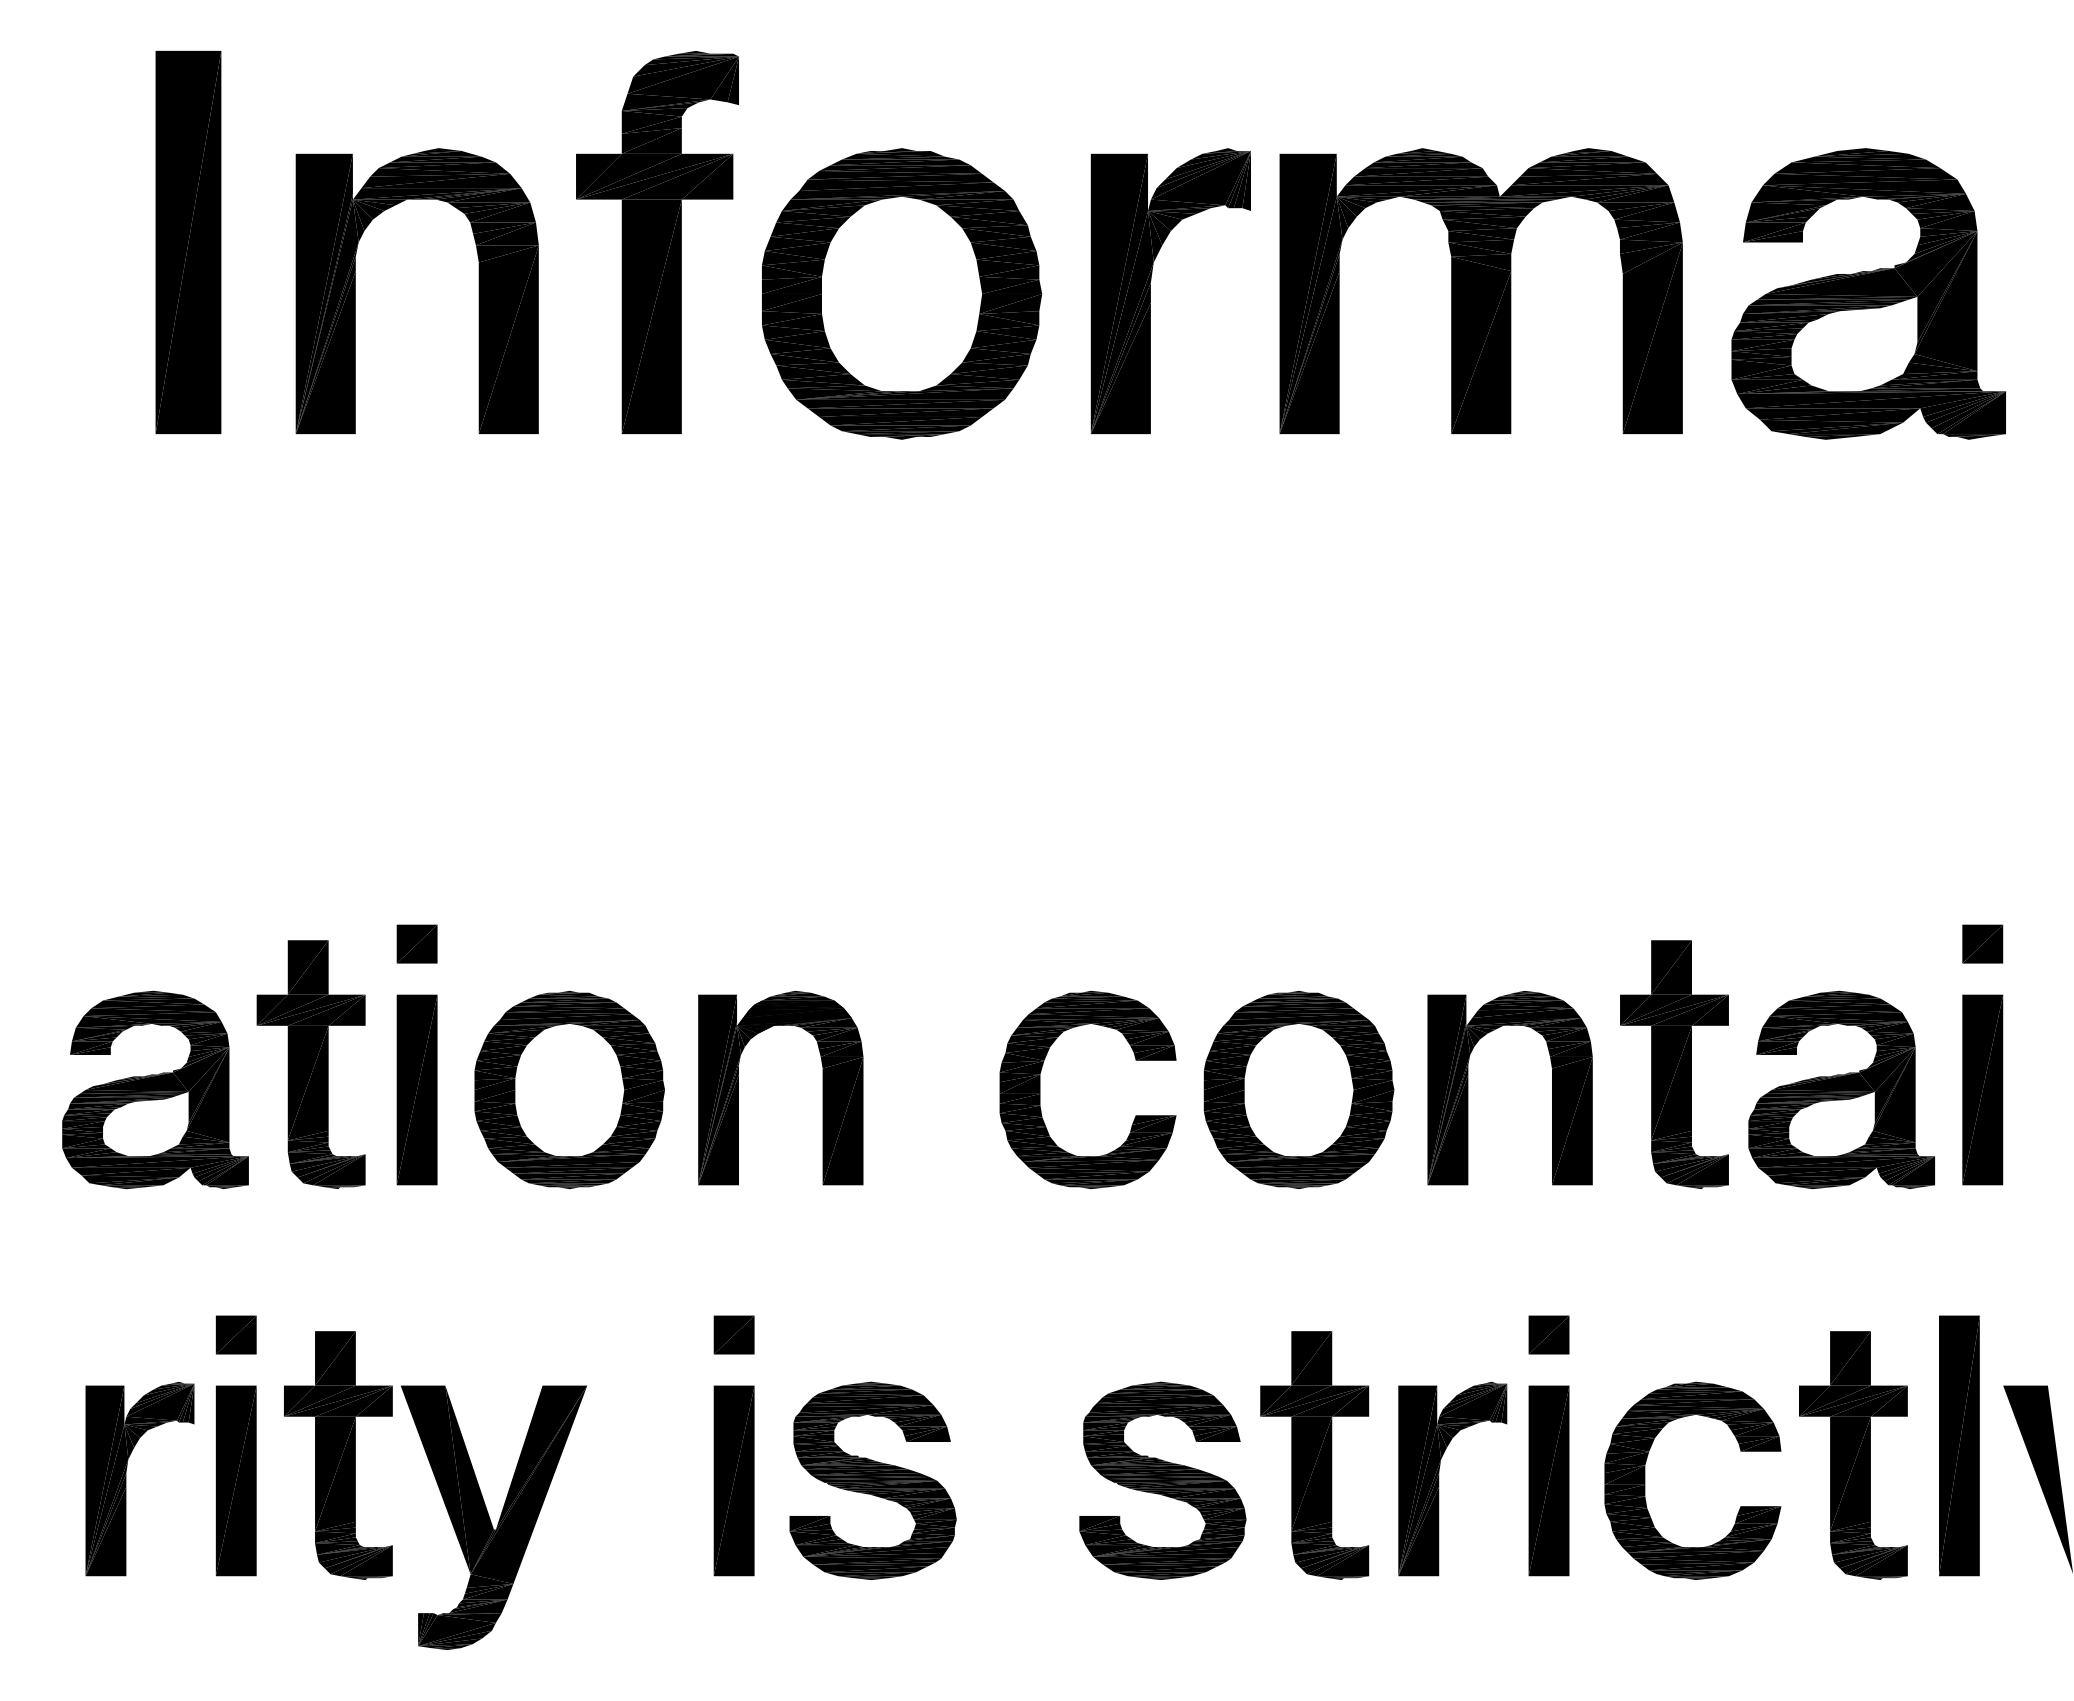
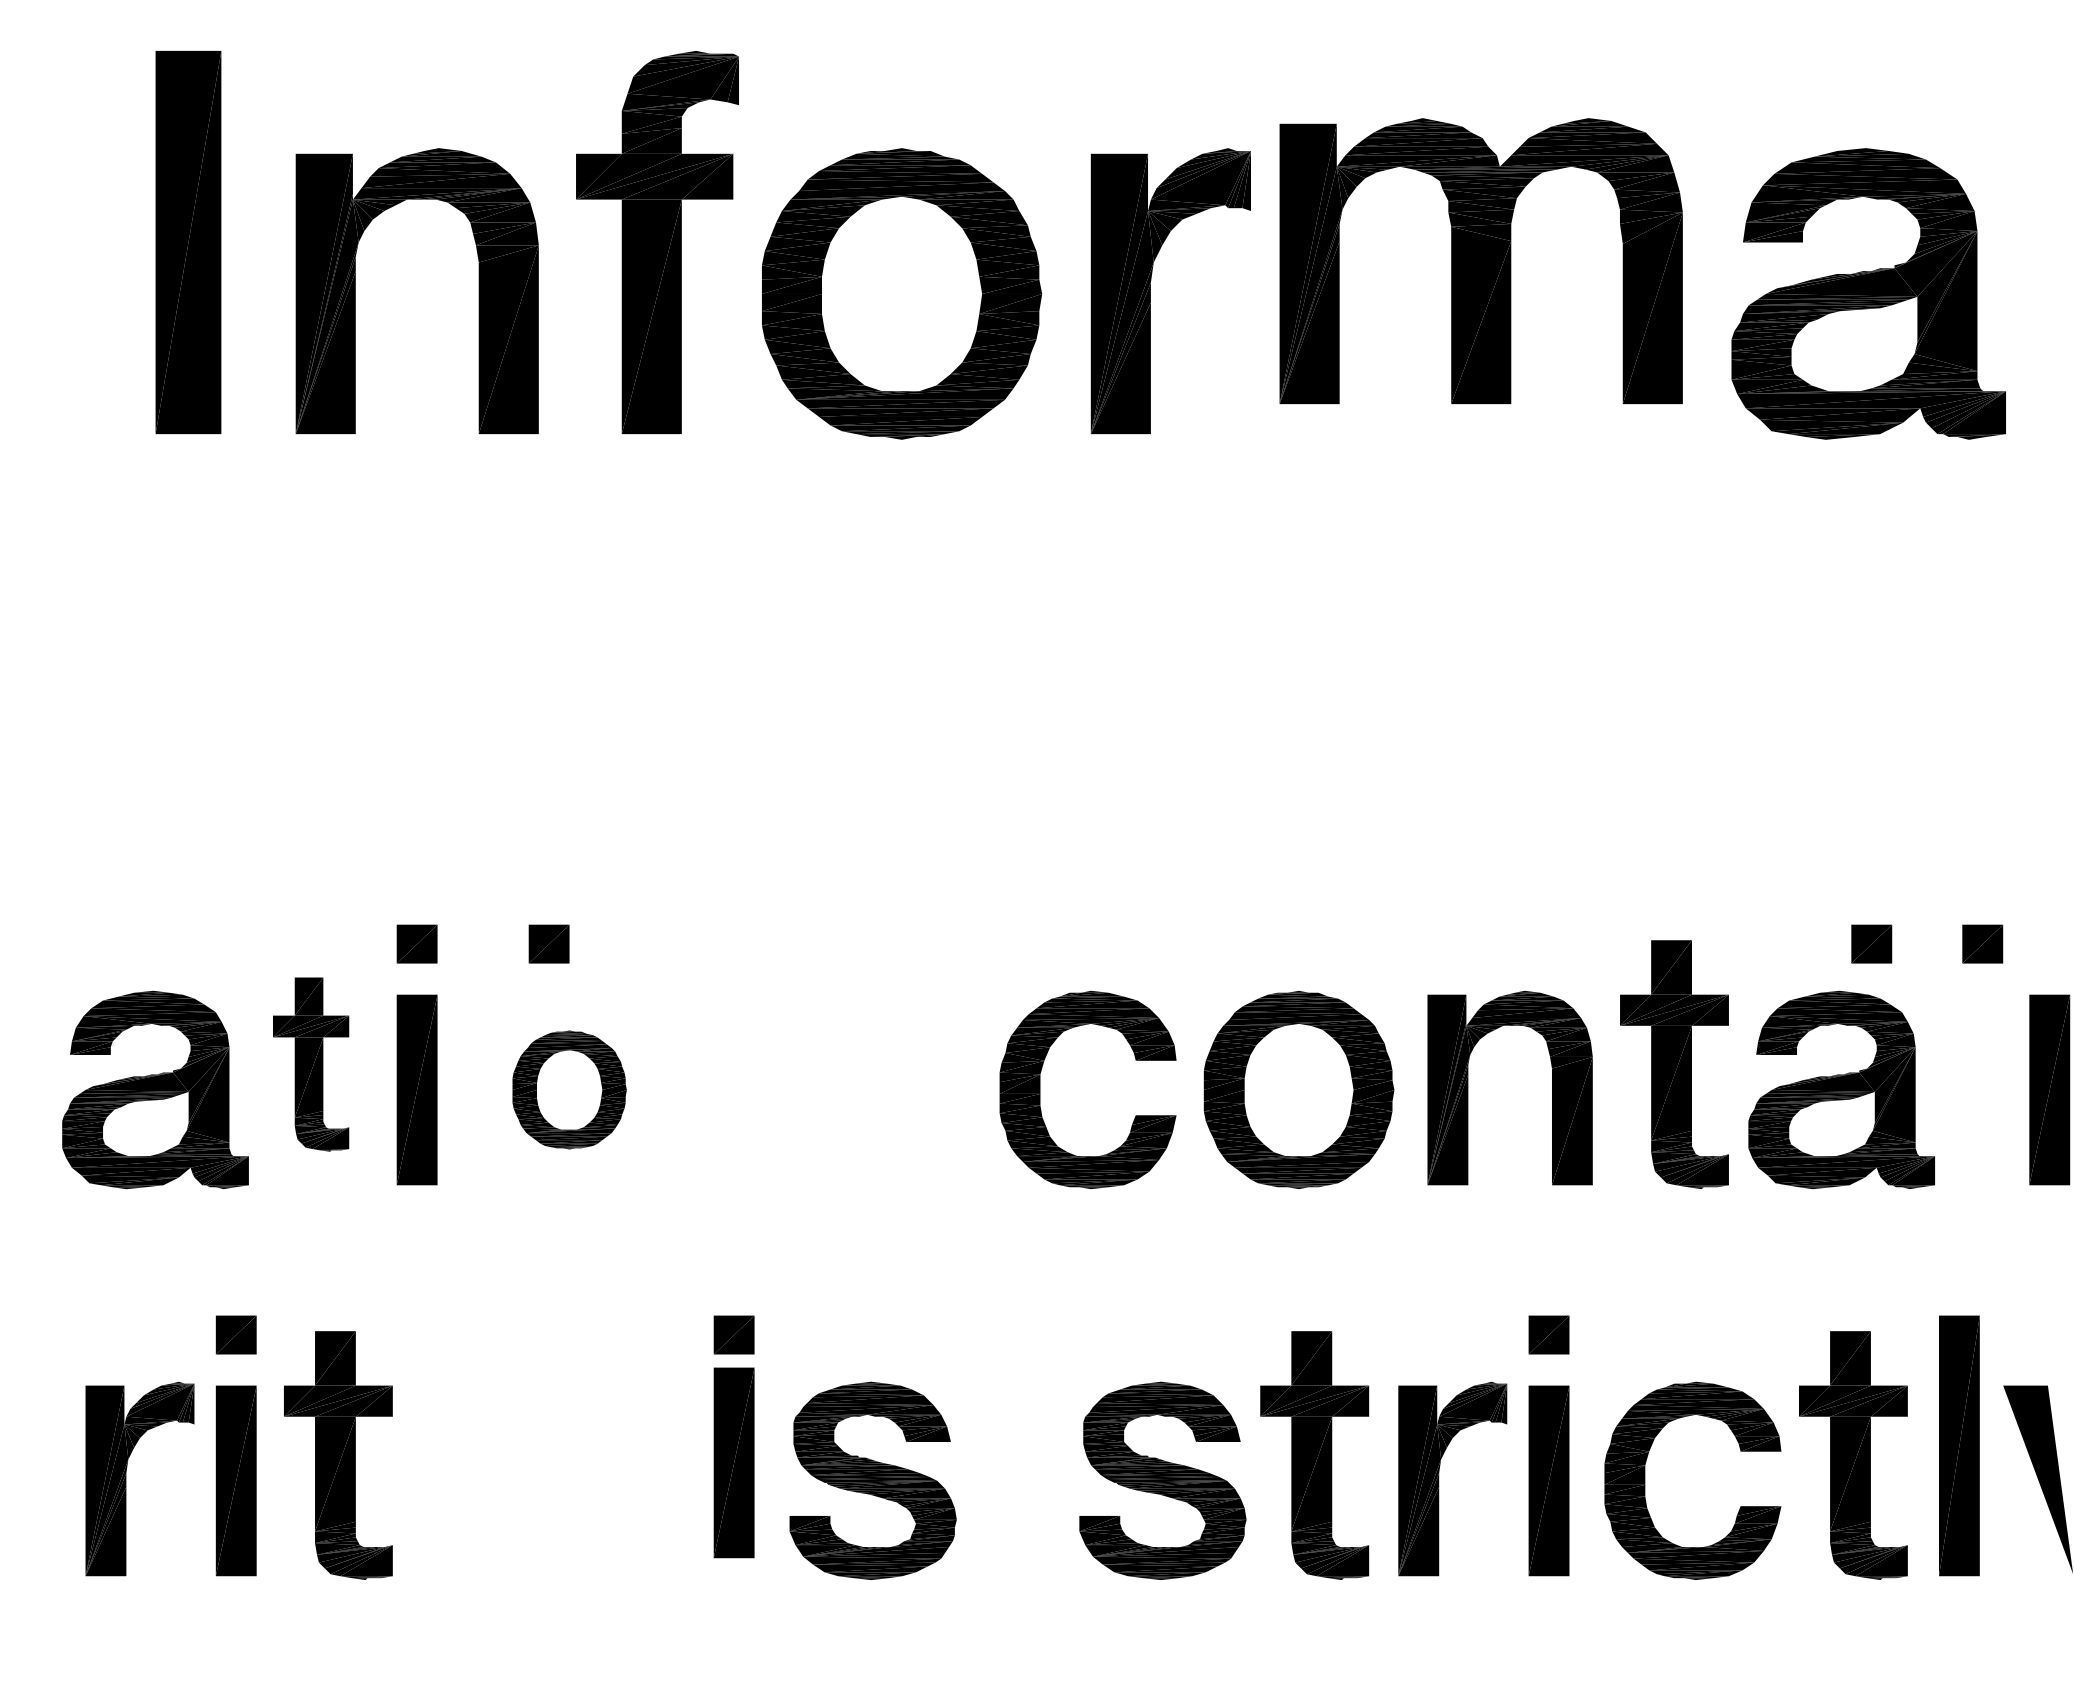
part at (1480, 291) position: (1480, 291) -> (1480, 261)
part at (548, 943): none -> present
part at (1871, 943): none -> present
part at (310, 1064) size: 110x249 px -> 77x175 px
part at (738, 1087): present -> none
part at (569, 1089) size: 191x200 px -> 115x120 px
part at (1982, 1089) position: (1982, 1089) -> (2049, 1089)
part at (733, 1480) position: (733, 1480) -> (733, 1462)
part at (493, 1517): present -> none
